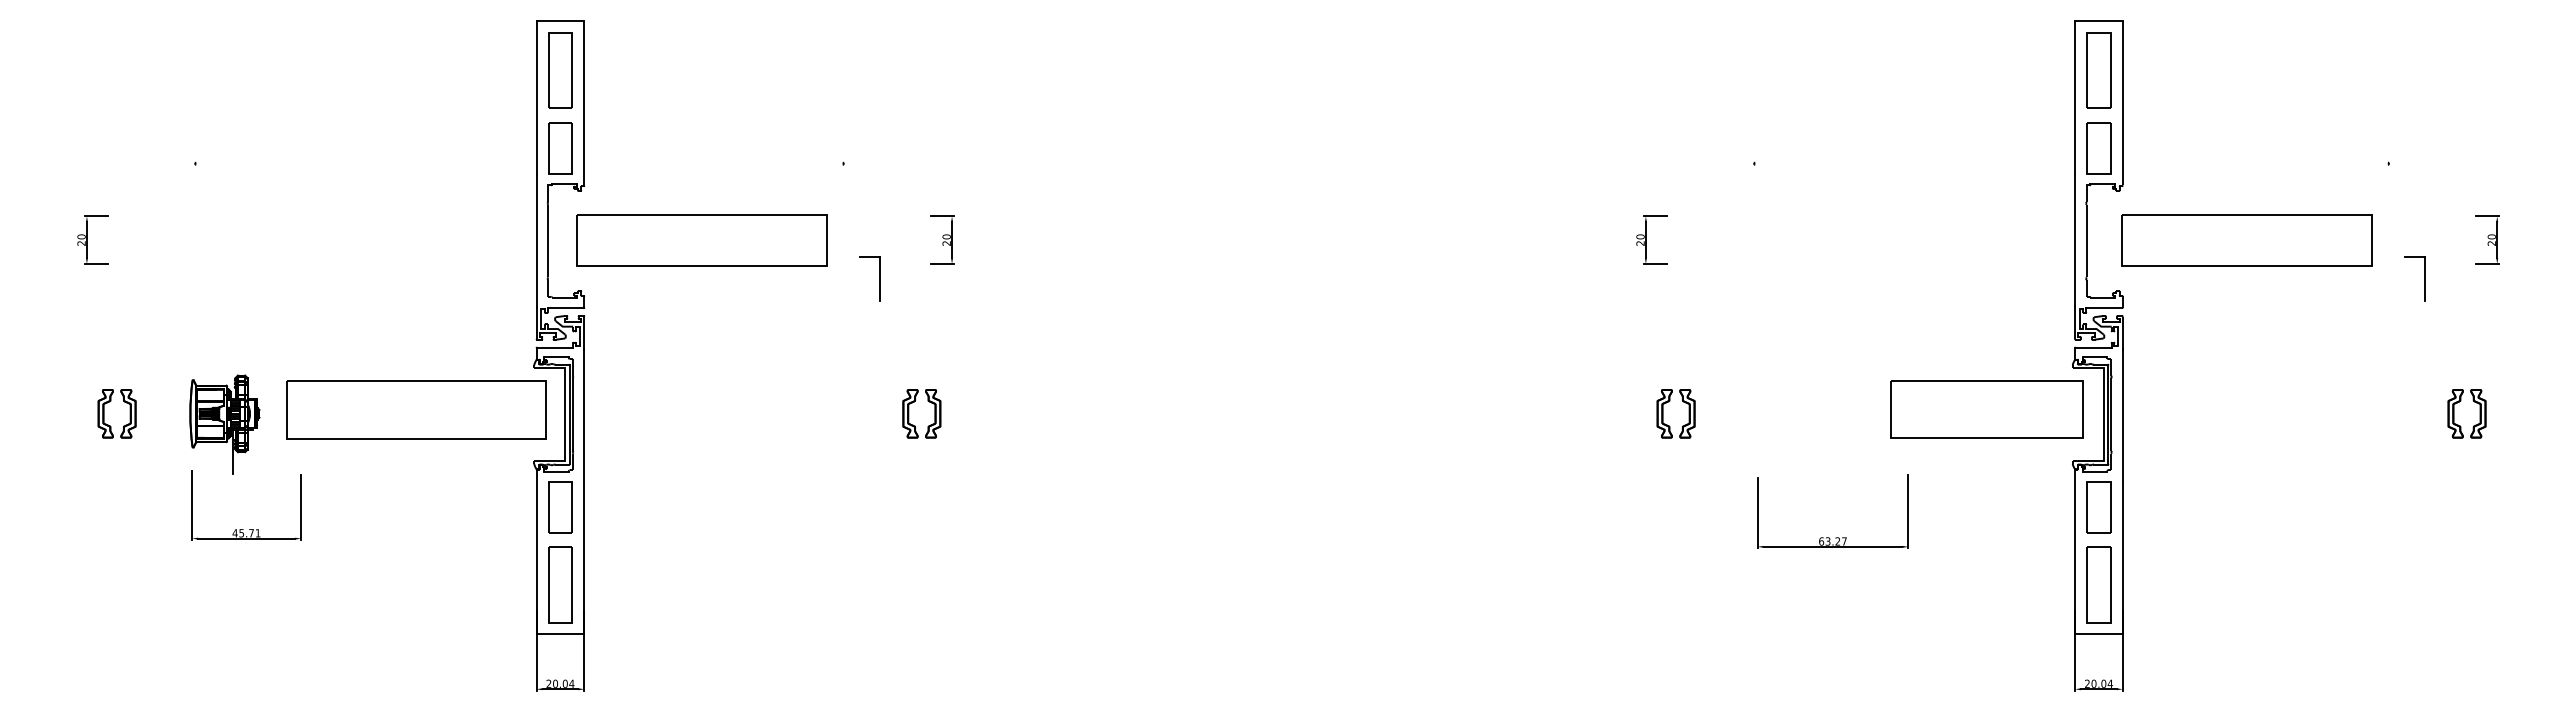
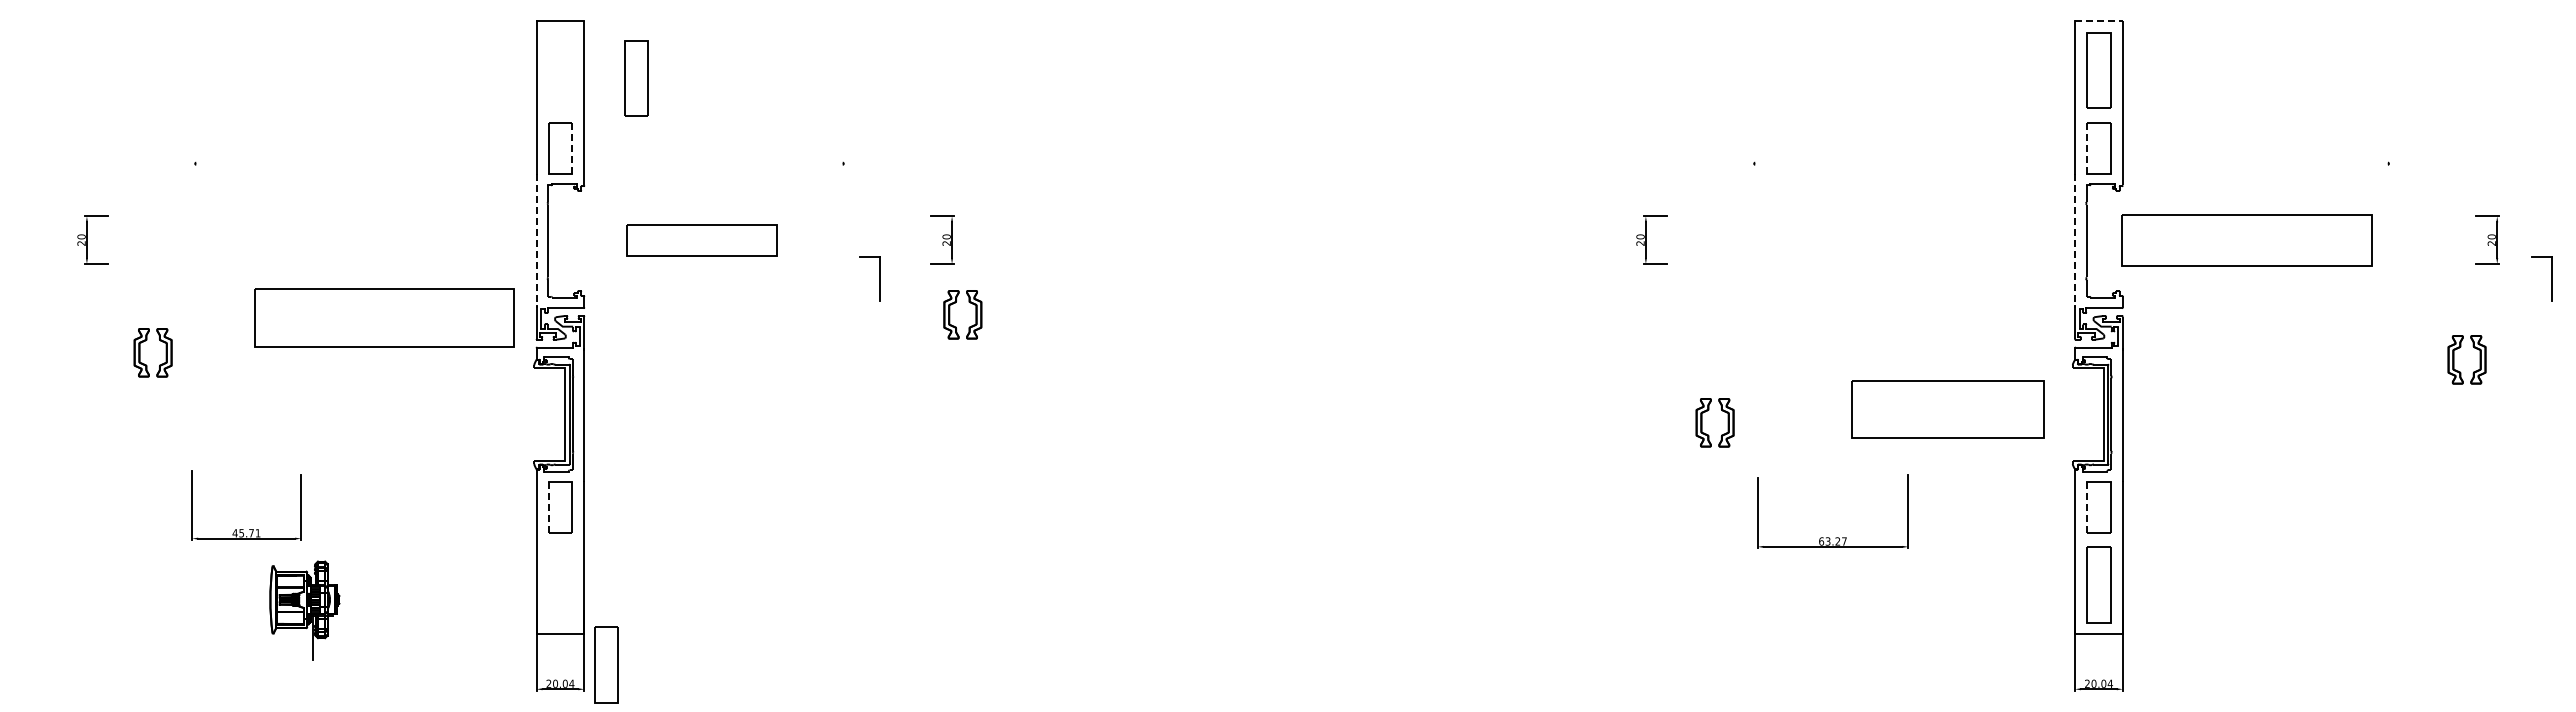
line at (2098, 21): solid -> dashed
part at (560, 70) position: (560, 70) -> (636, 78)
line at (572, 148): solid -> dashed
line at (2086, 148): solid -> dashed
part at (701, 240) size: 252x53 px -> 152x33 px
line at (536, 241): solid -> dashed
line at (2075, 241): solid -> dashed
part at (2424, 278) position: (2424, 278) -> (2551, 278)
part at (416, 409) position: (416, 409) -> (384, 317)
part at (1986, 409) position: (1986, 409) -> (1947, 409)
part at (104, 413) position: (104, 413) -> (140, 352)
part at (909, 413) position: (909, 413) -> (950, 314)
part at (1663, 413) position: (1663, 413) -> (1702, 422)
part at (2454, 413) position: (2454, 413) -> (2454, 359)
part at (224, 424) position: (224, 424) -> (304, 610)
line at (548, 507): solid -> dashed
line at (2086, 507): solid -> dashed
part at (560, 584) position: (560, 584) -> (606, 664)
